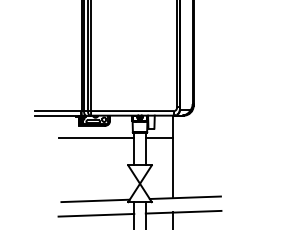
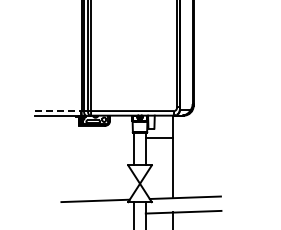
line at (58, 111): solid -> dashed
line at (96, 137): present -> none
line at (96, 214): present -> none
